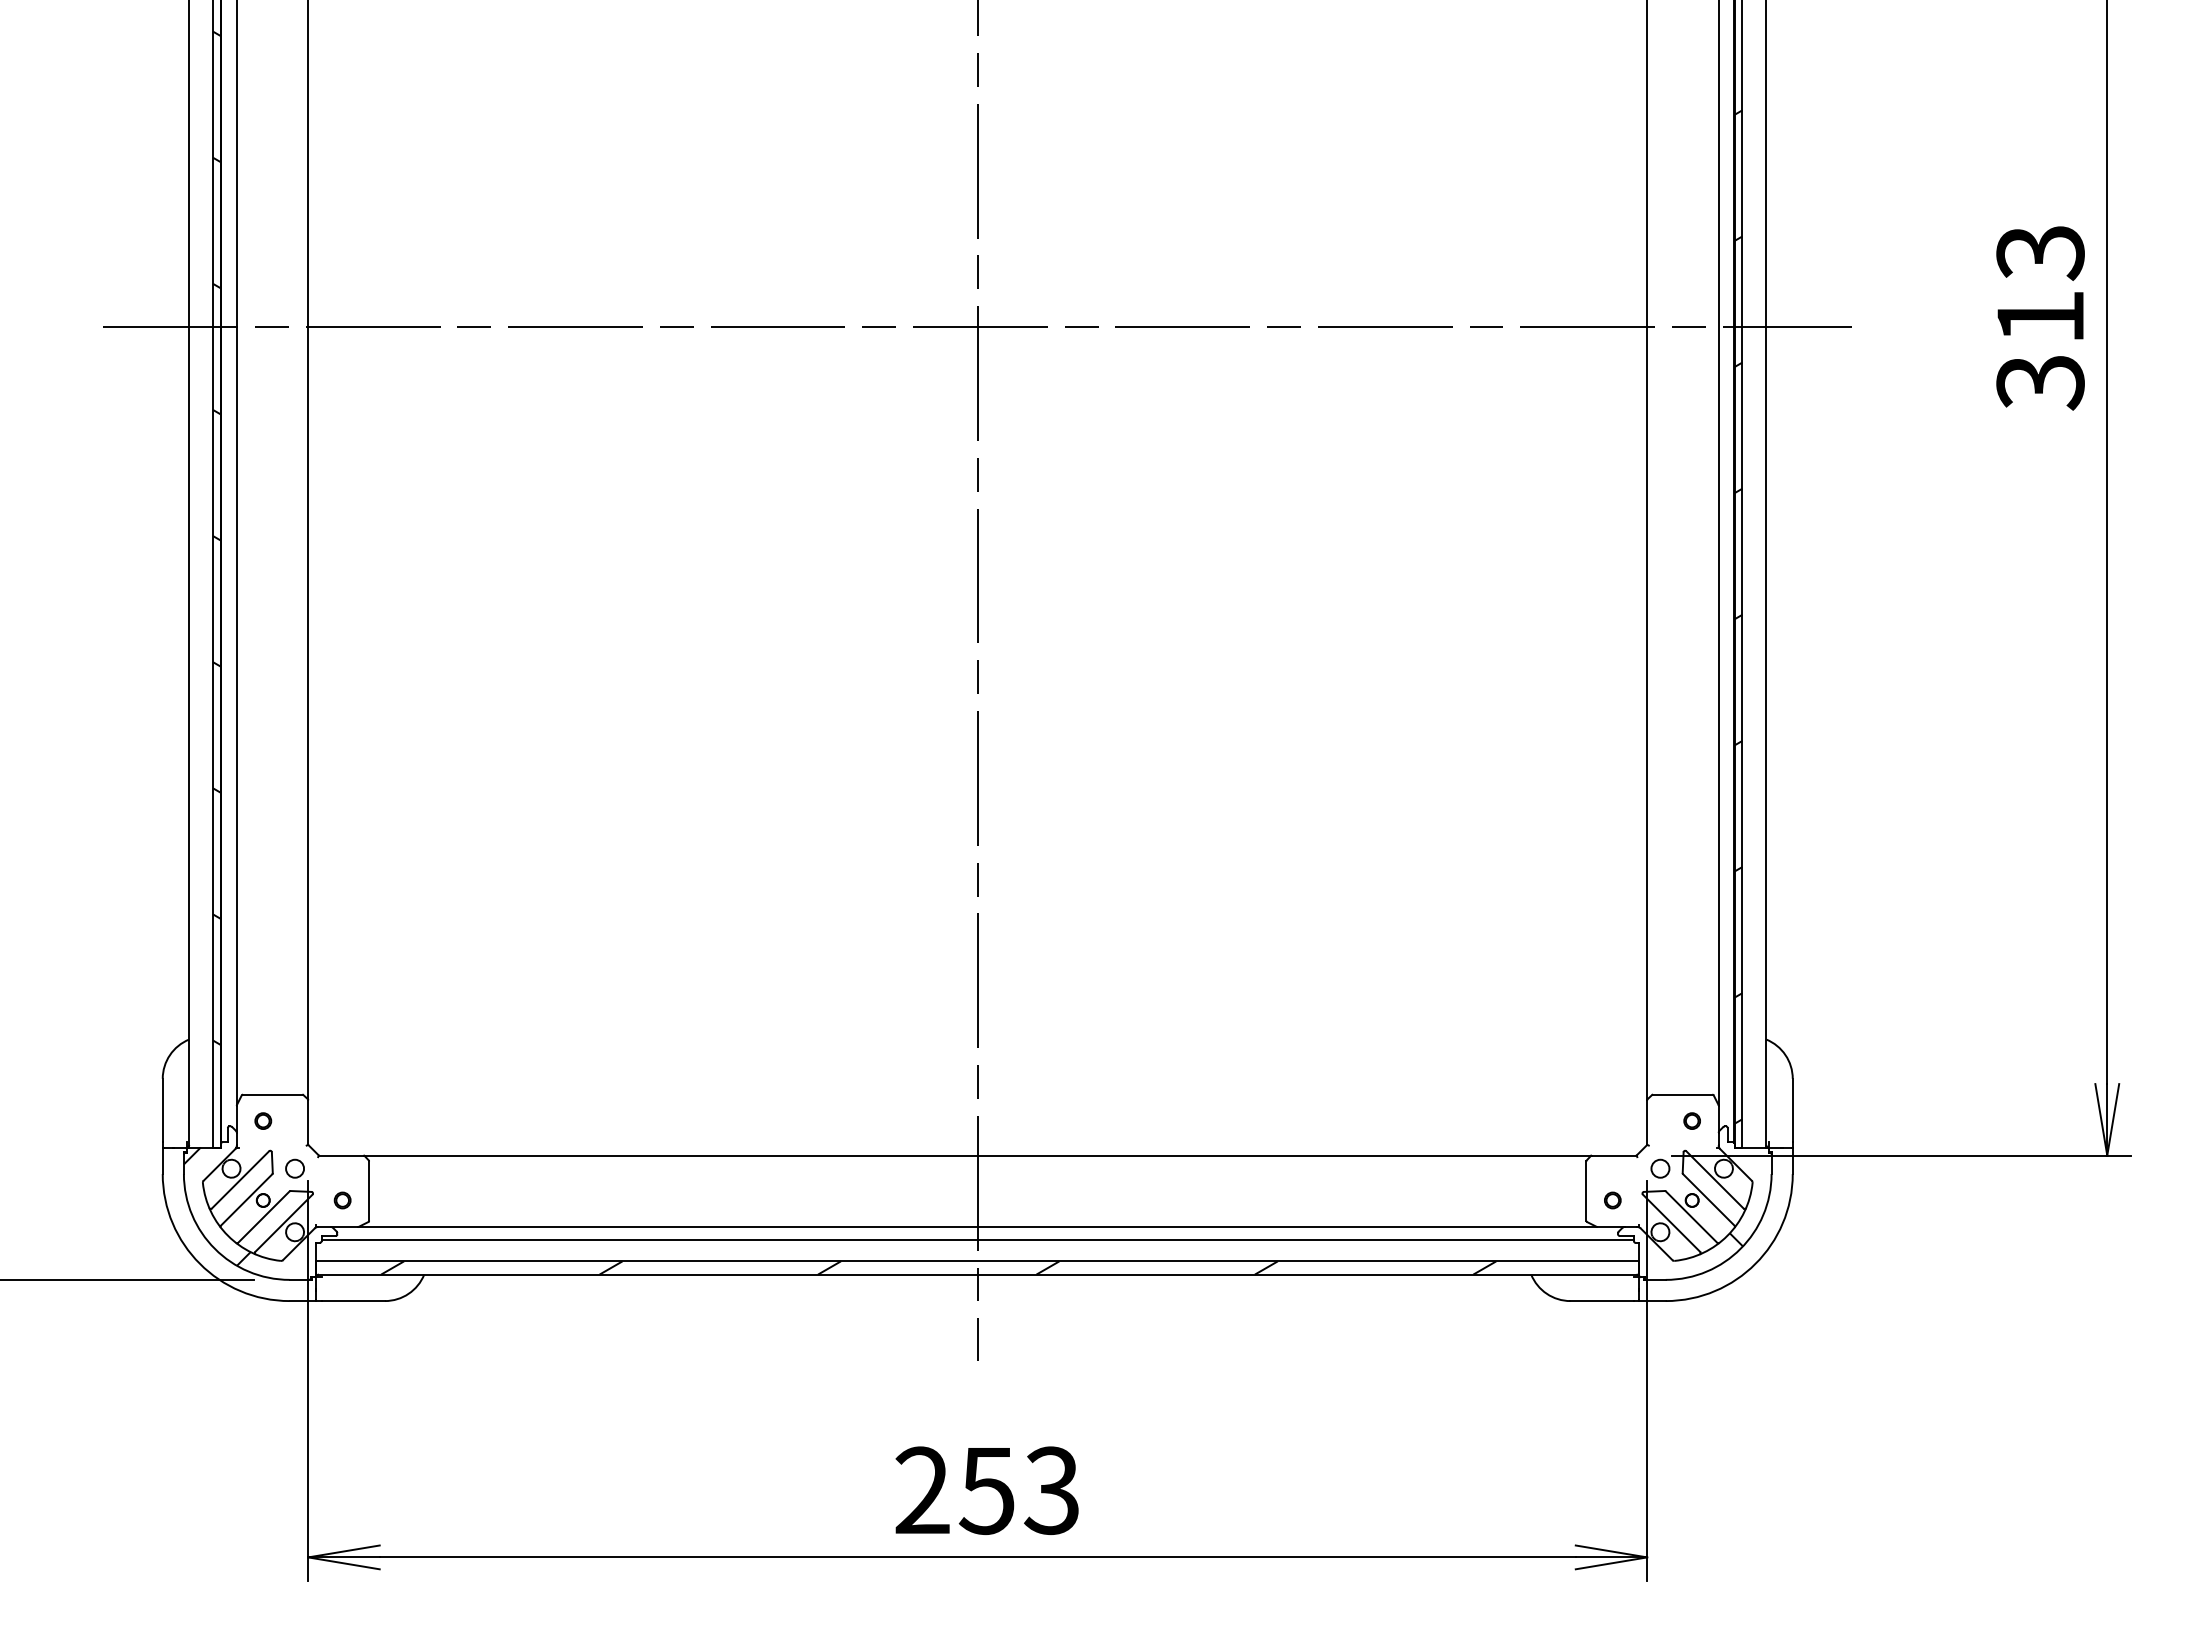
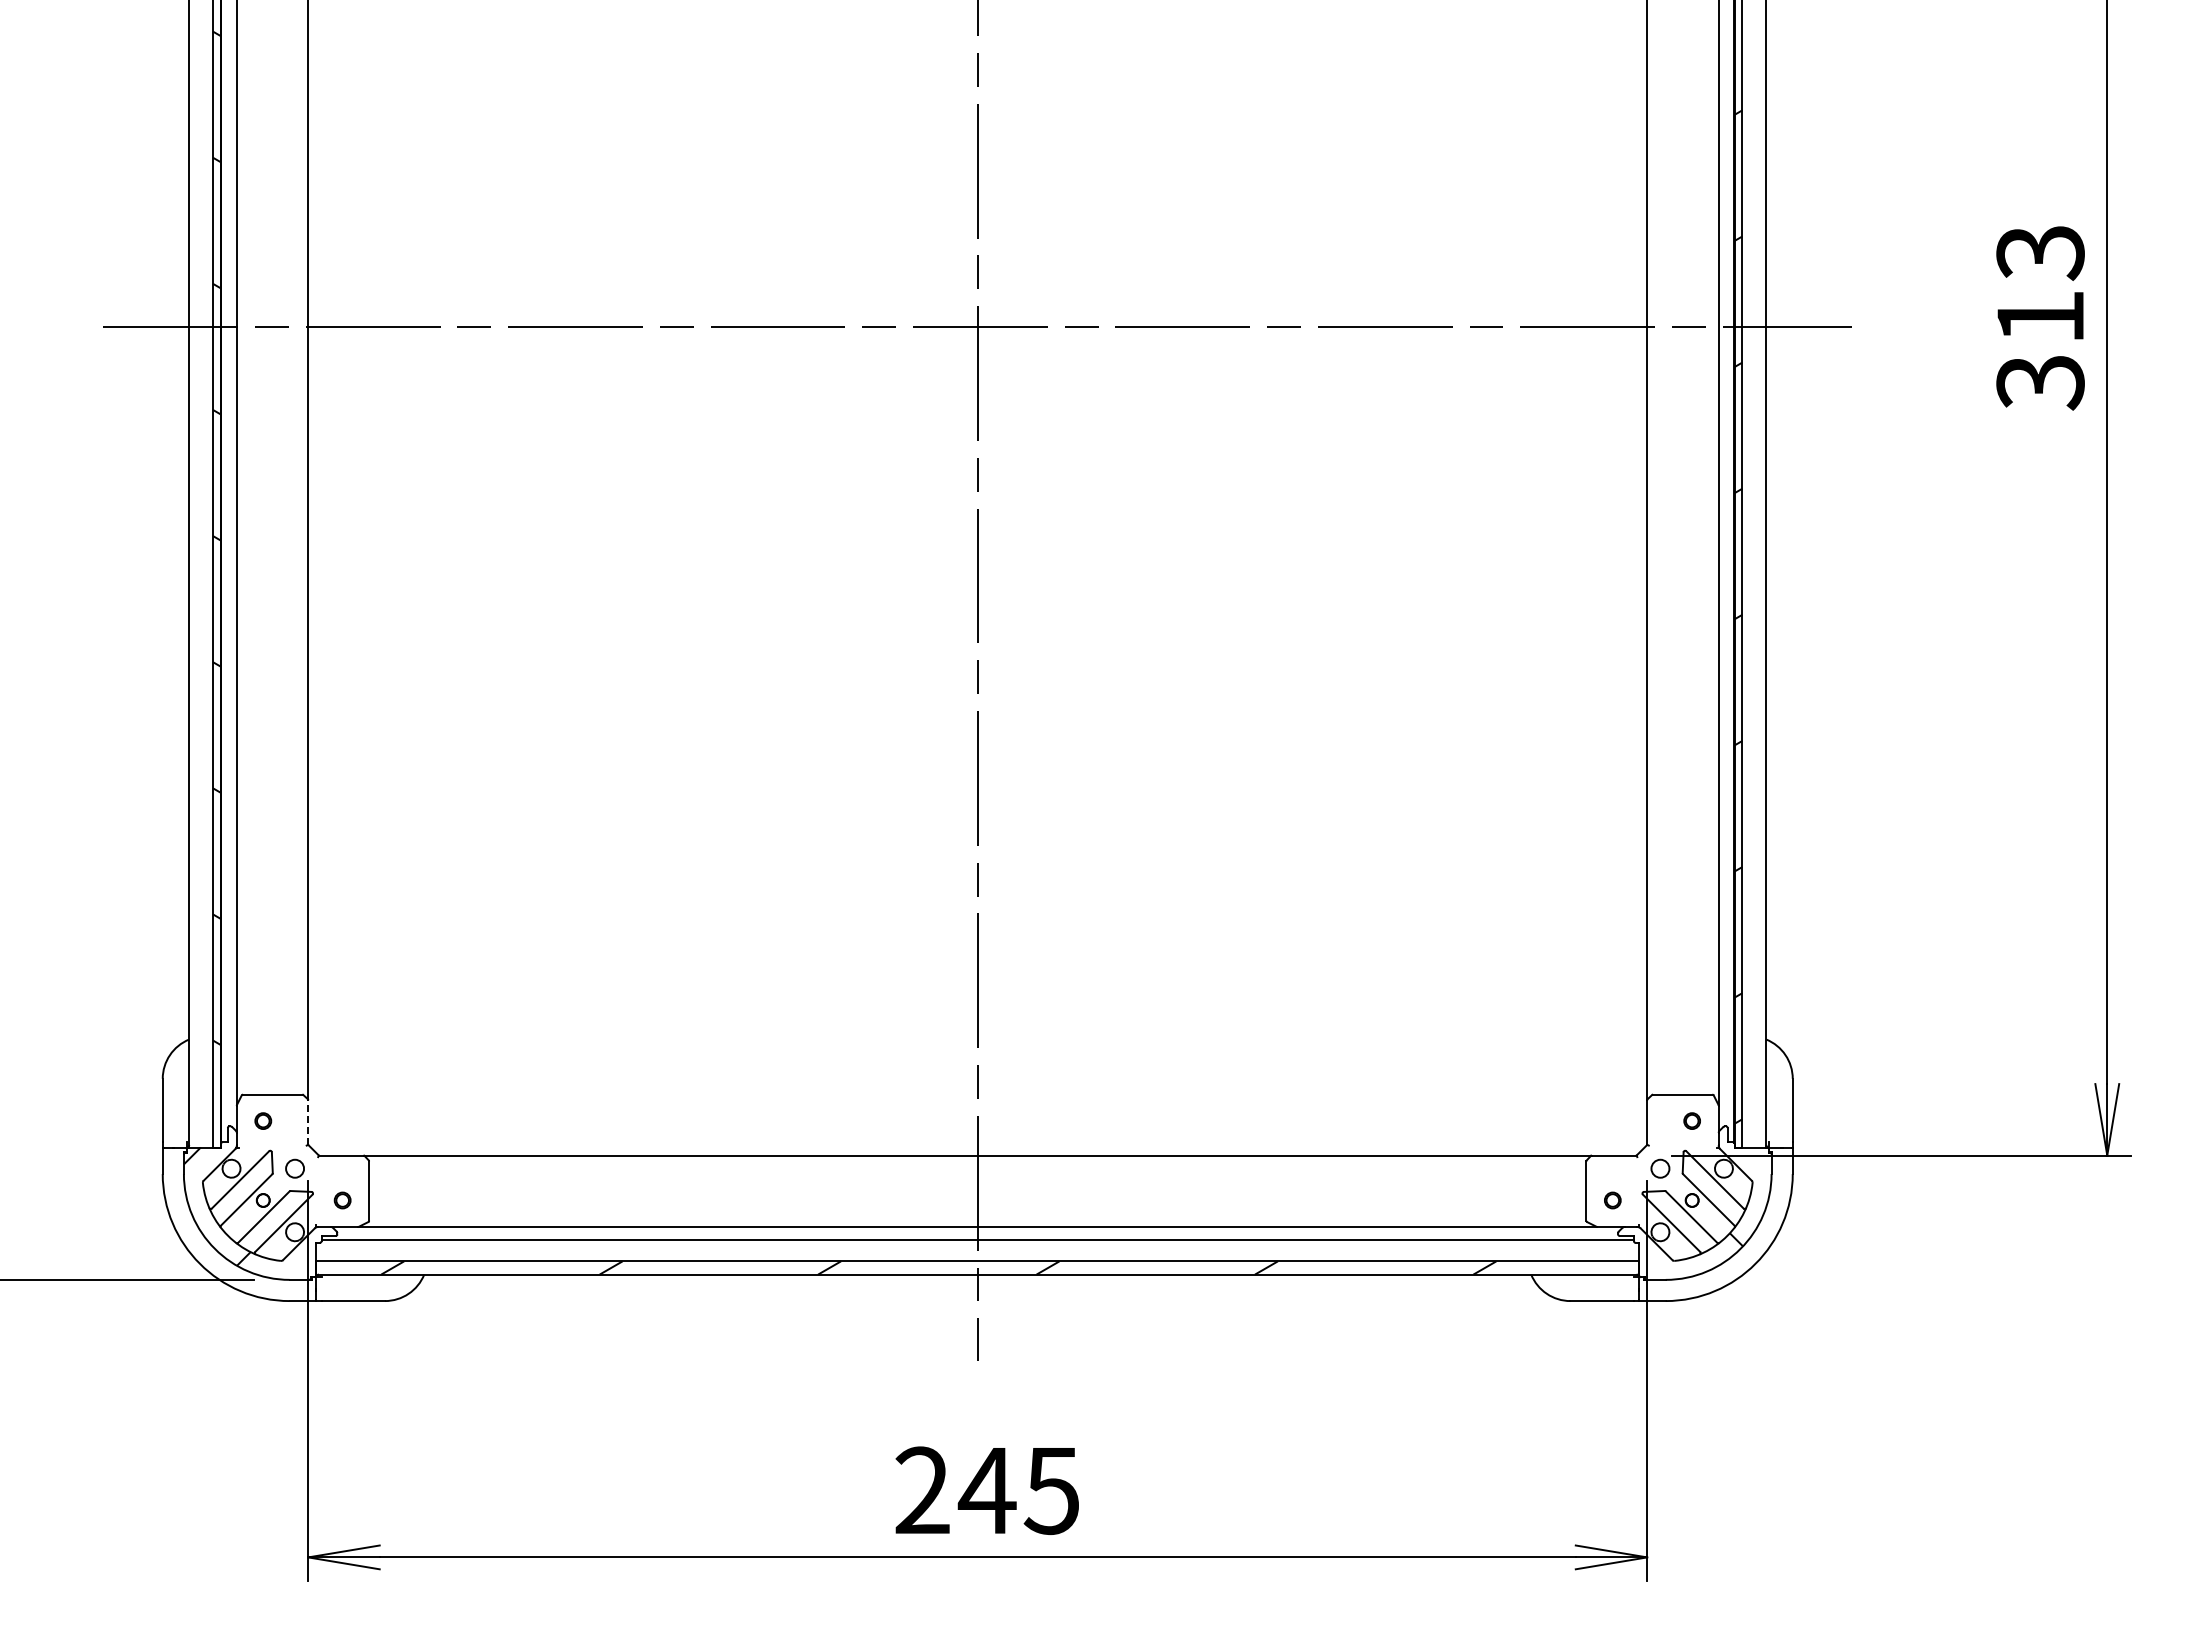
line at (308, 1122): solid -> dashed
text at (1017, 1490): 253 -> 245
